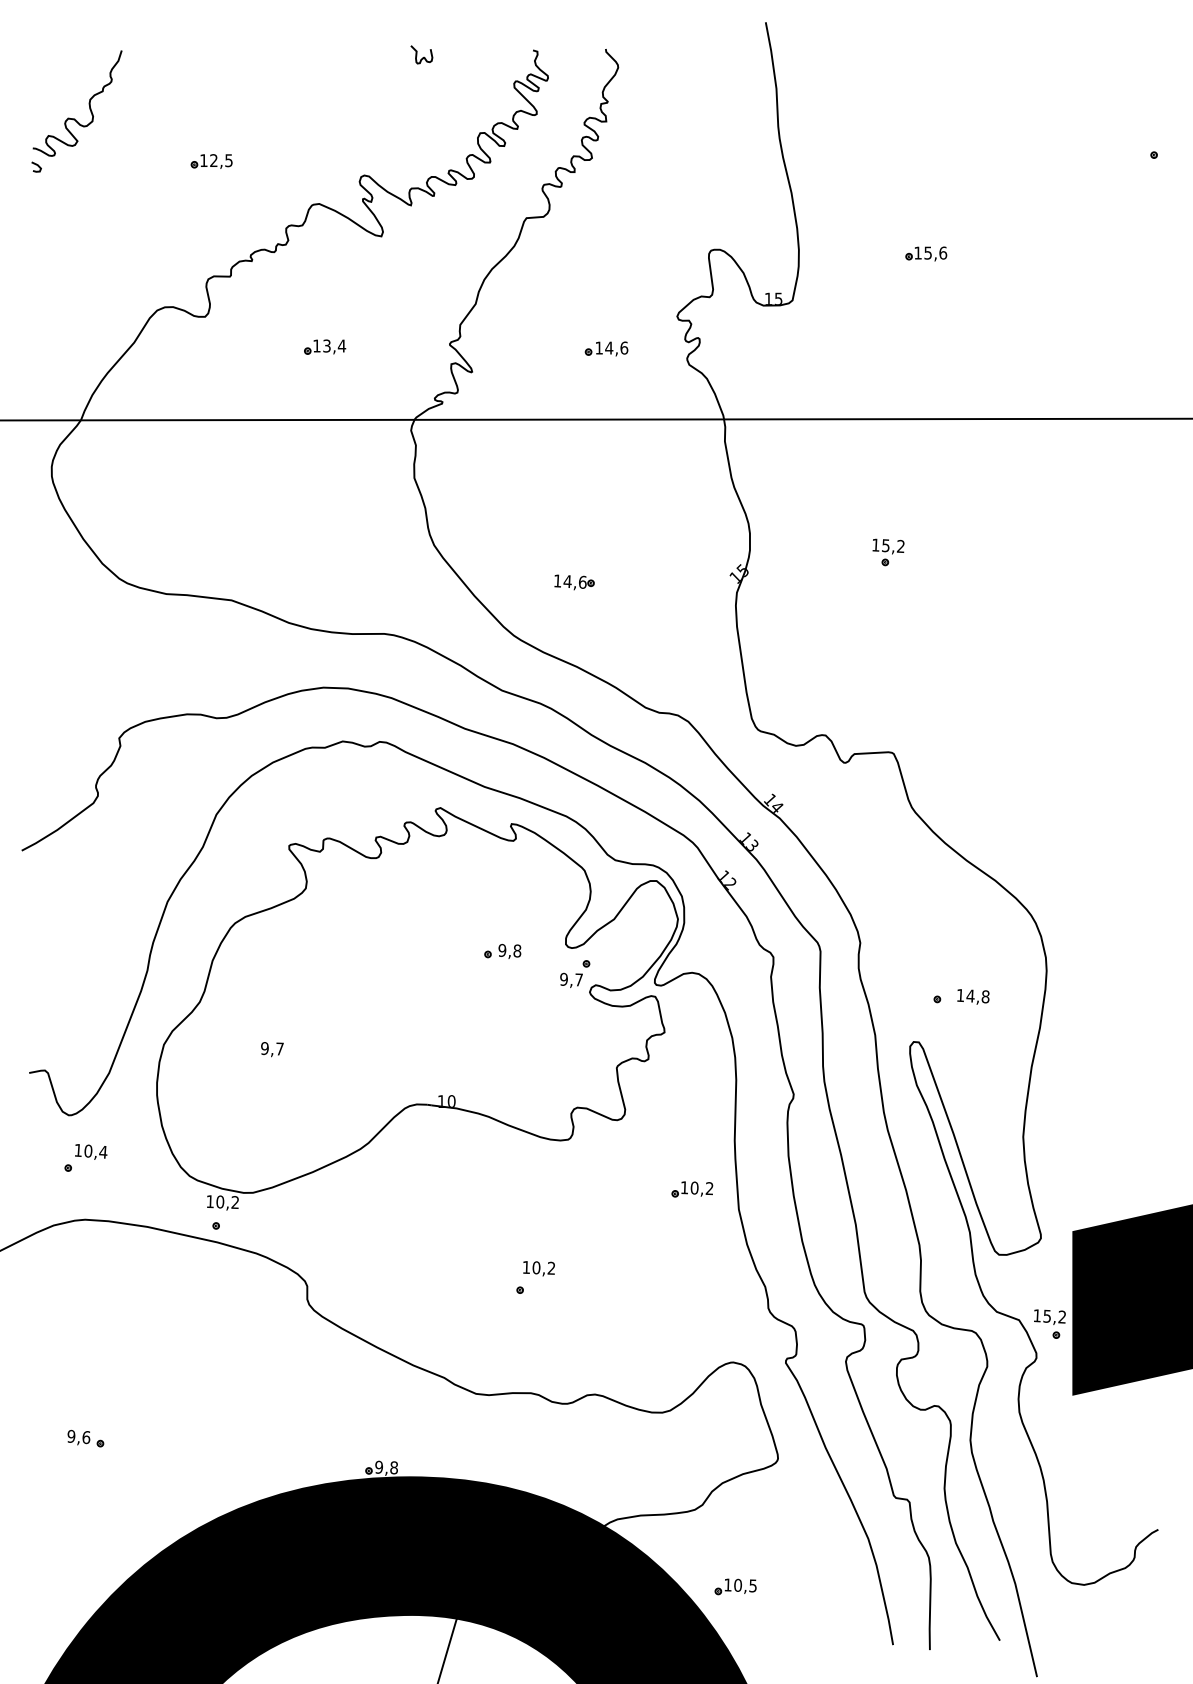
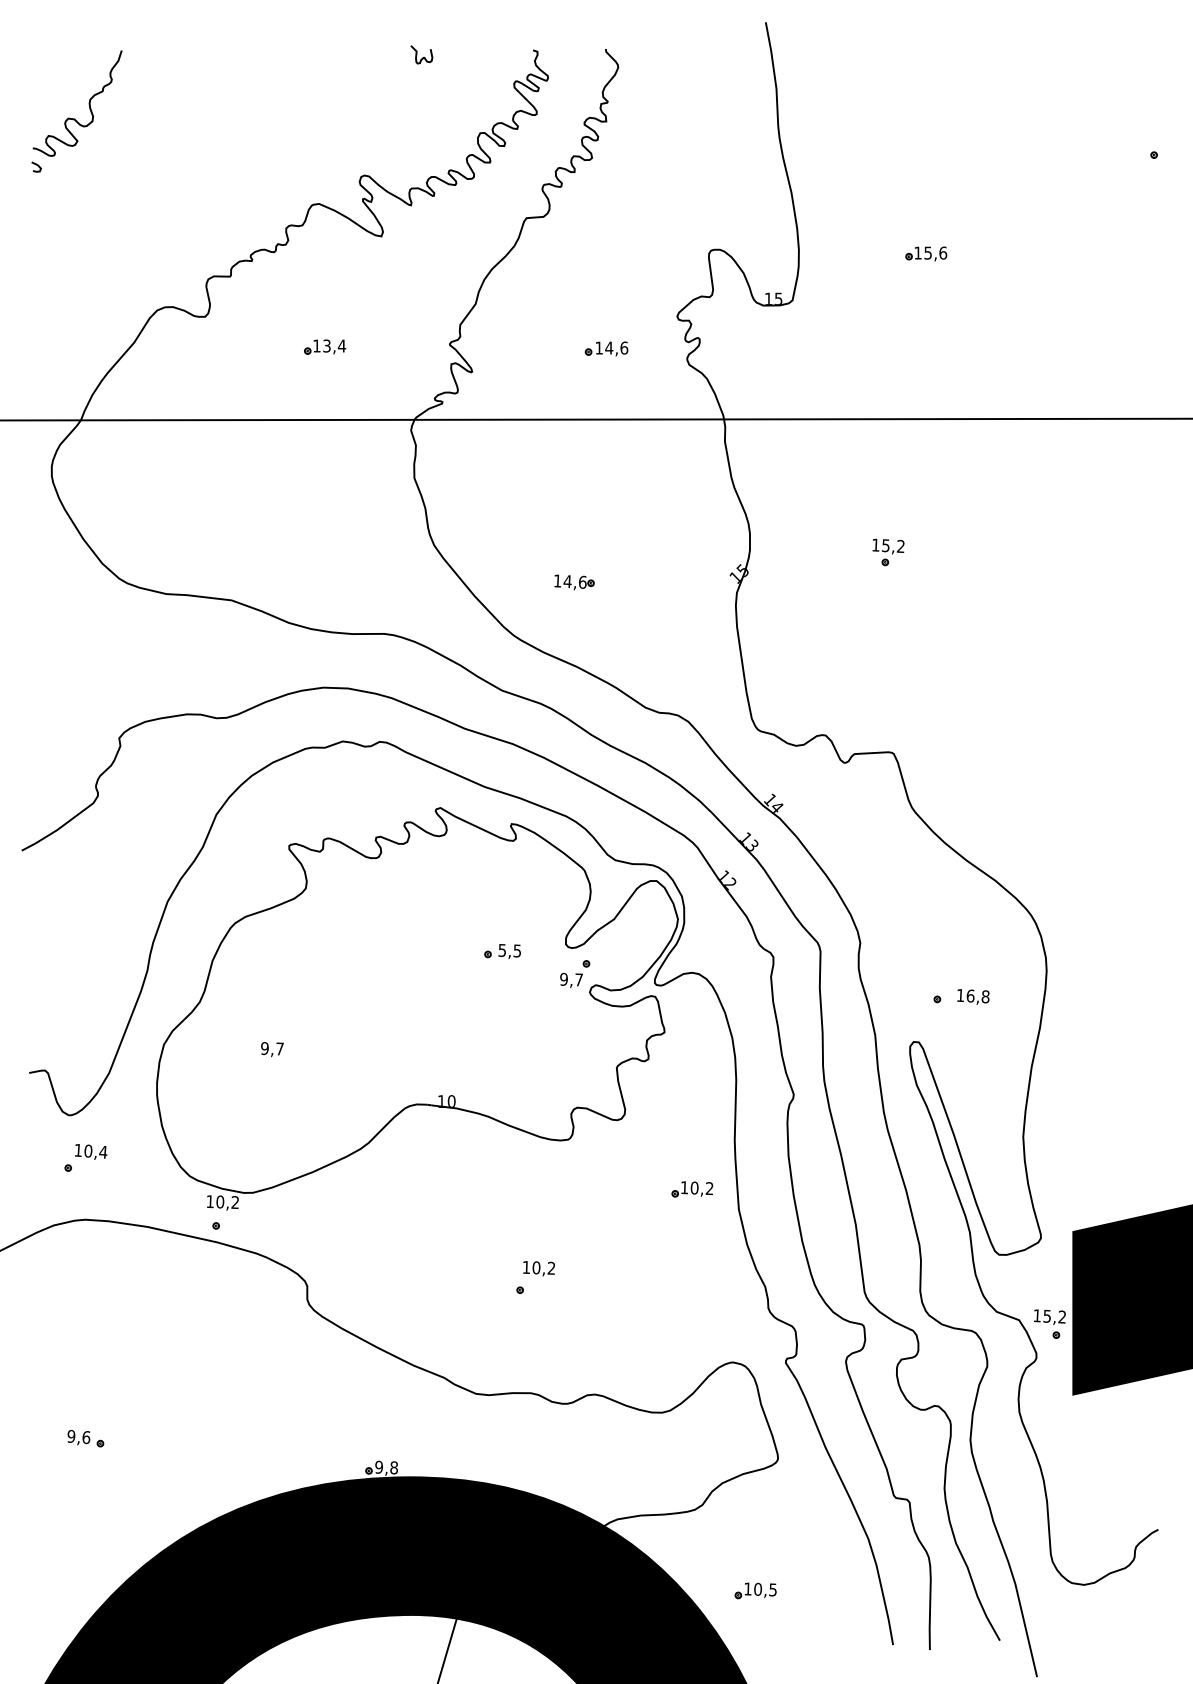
part at (211, 161): present -> none
text at (509, 950): 9,8 -> 5,5
text at (970, 995): 14,8 -> 16,8
part at (735, 1586) position: (735, 1586) -> (755, 1590)
